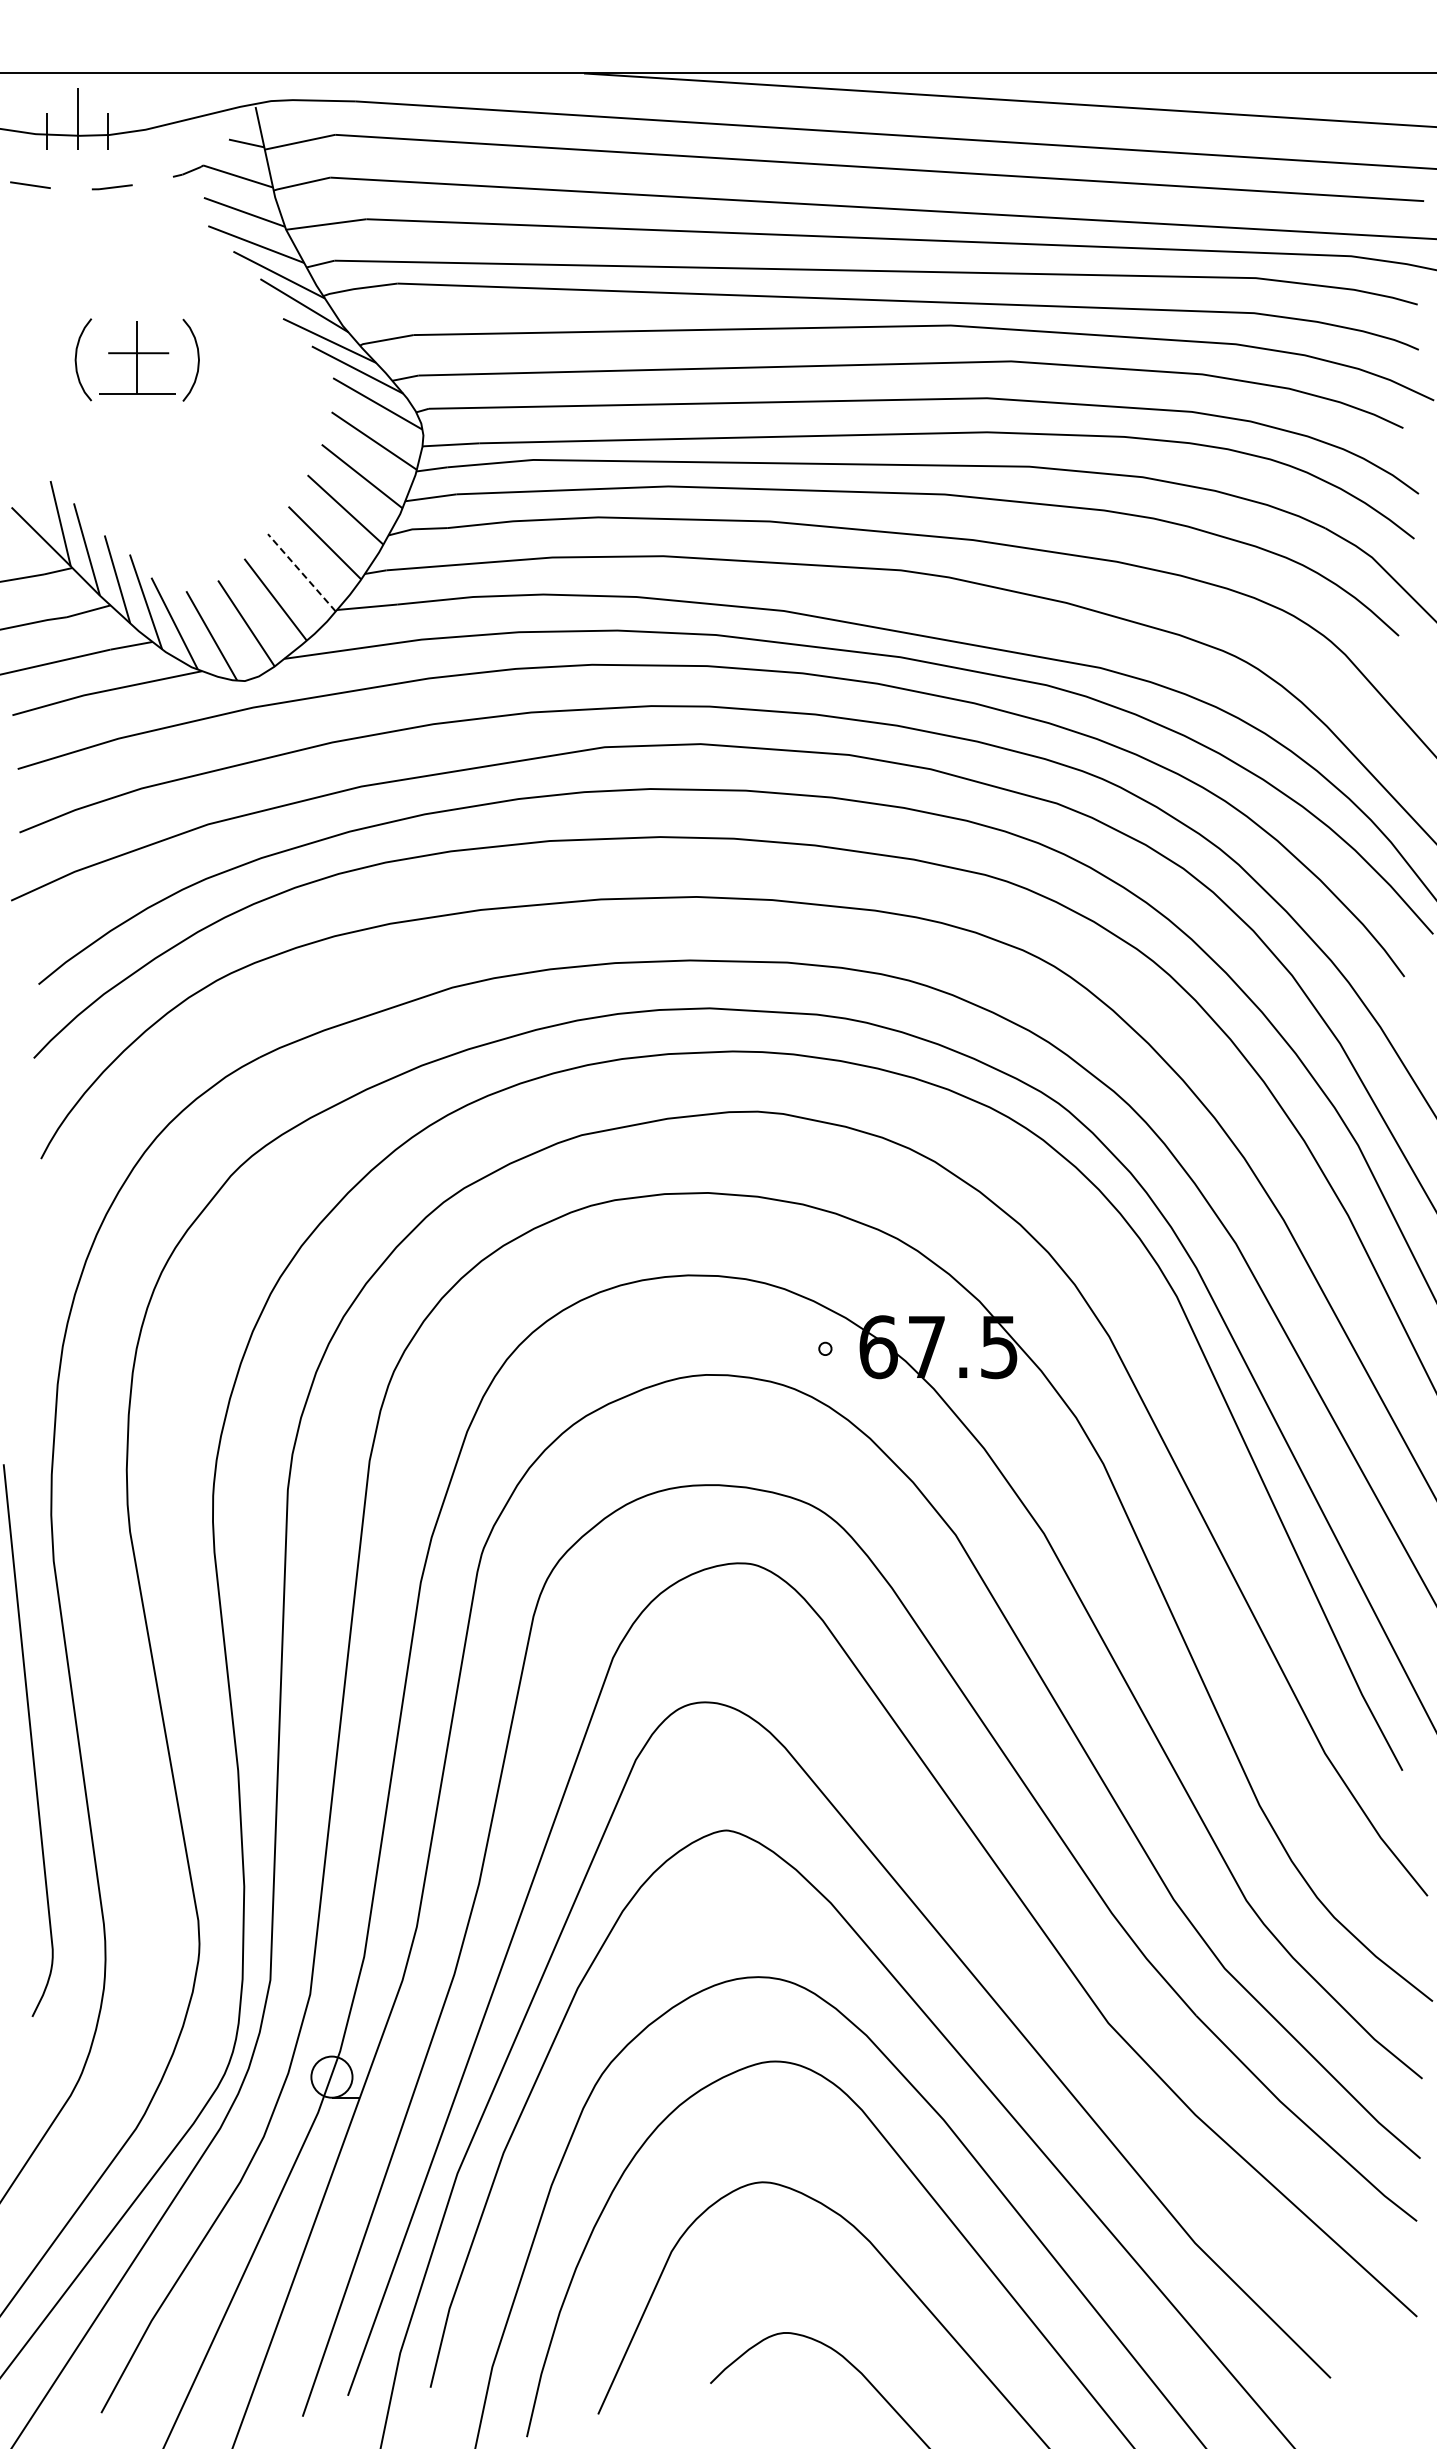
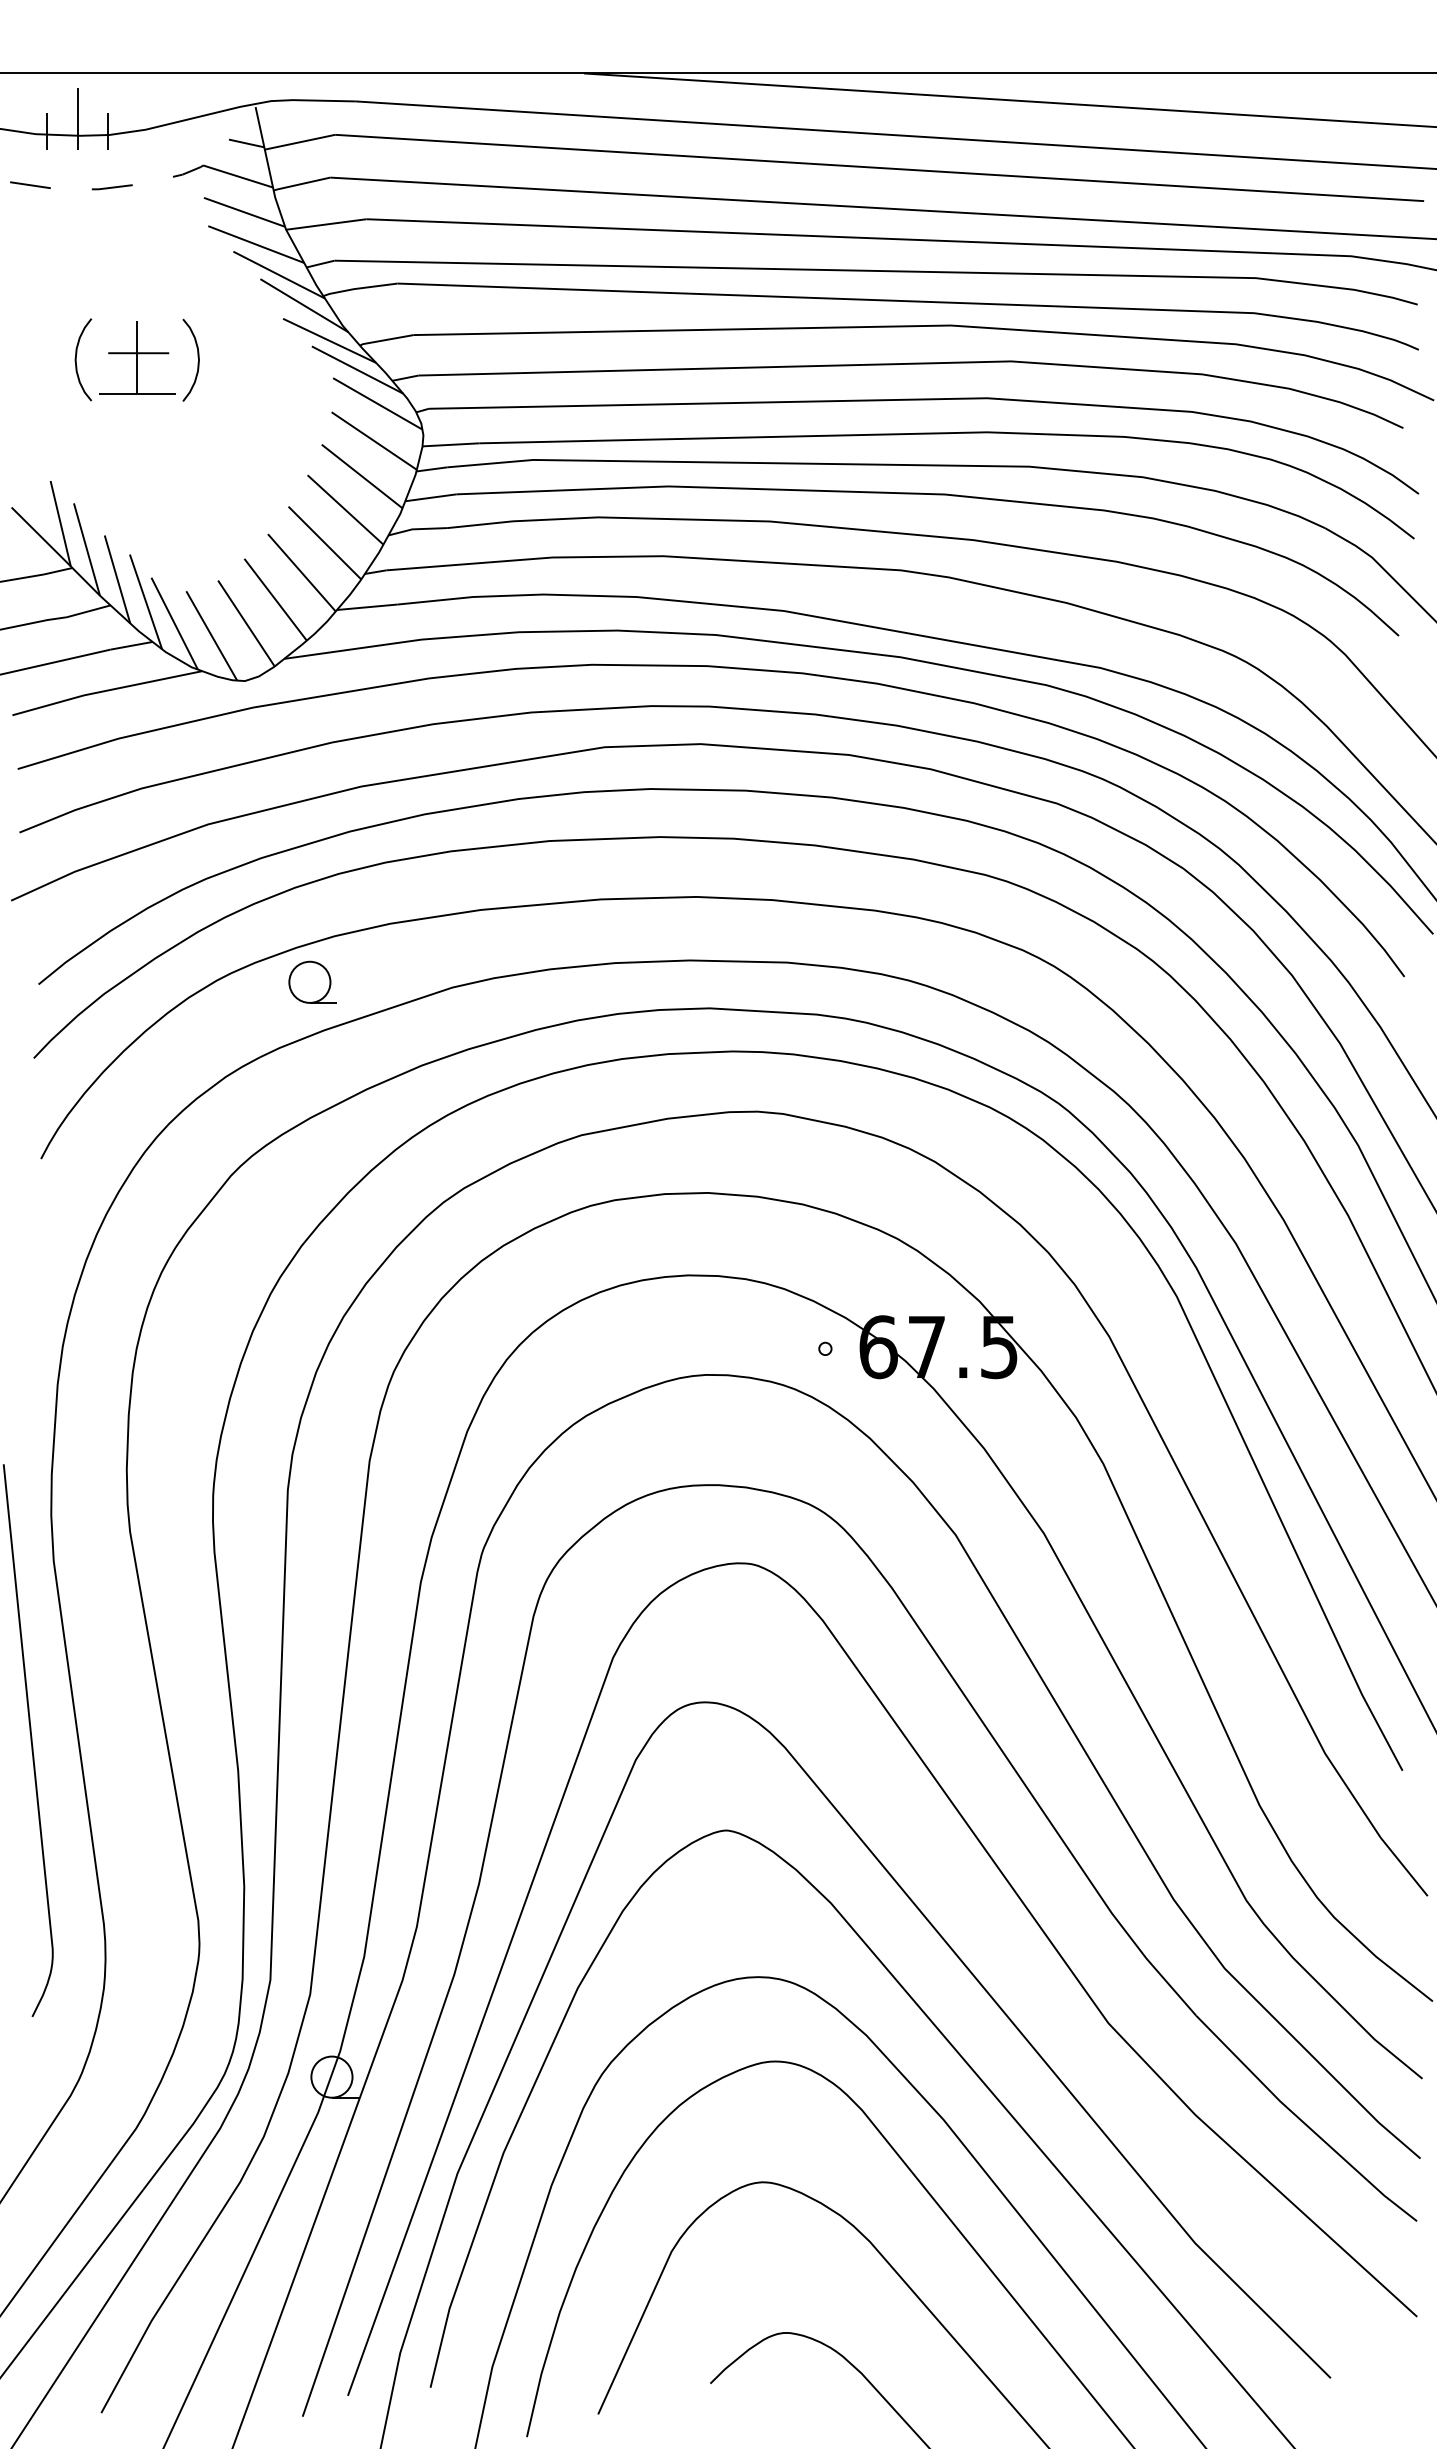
line at (301, 572): dashed -> solid
part at (312, 981): none -> present
